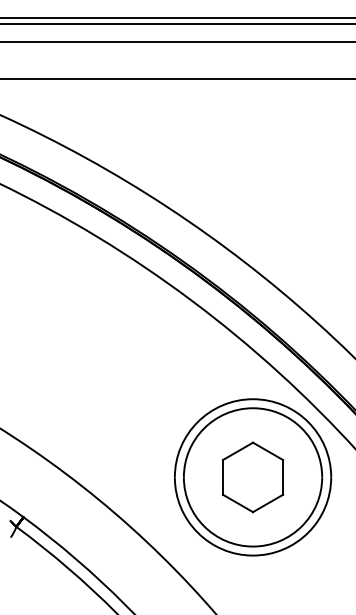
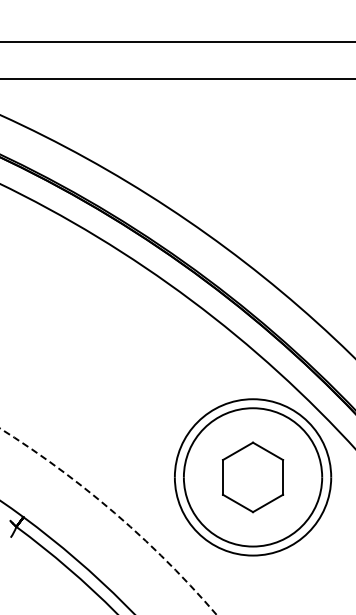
line at (177, 18): present -> none
line at (177, 24): present -> none
arc at (114, 513): solid -> dashed
